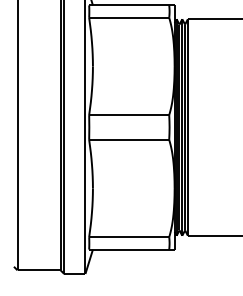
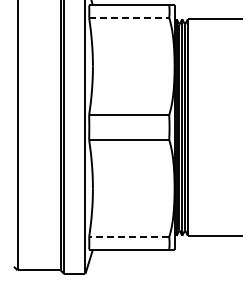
line at (129, 17): solid -> dashed
line at (128, 237): solid -> dashed
